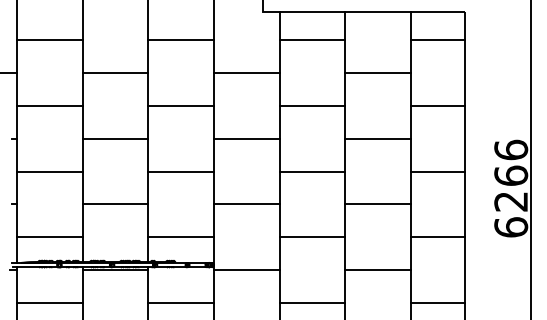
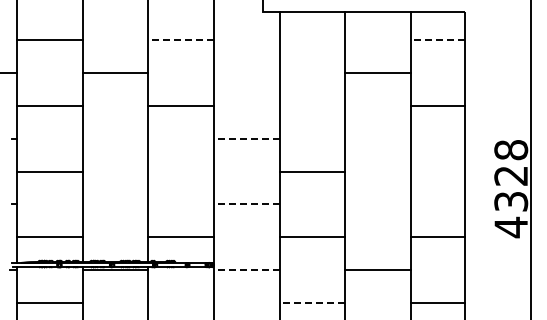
line at (181, 40): solid -> dashed
line at (312, 40): present -> none
line at (438, 40): solid -> dashed
line at (246, 73): present -> none
line at (312, 105): present -> none
line at (115, 138): present -> none
line at (246, 138): solid -> dashed
line at (378, 138): present -> none
line at (181, 171): present -> none
line at (437, 171): present -> none
text at (511, 188): 6266 -> 4328
line at (115, 204): present -> none
line at (246, 204): solid -> dashed
line at (378, 204): present -> none
line at (246, 270): solid -> dashed
line at (181, 302): present -> none
line at (312, 302): solid -> dashed
